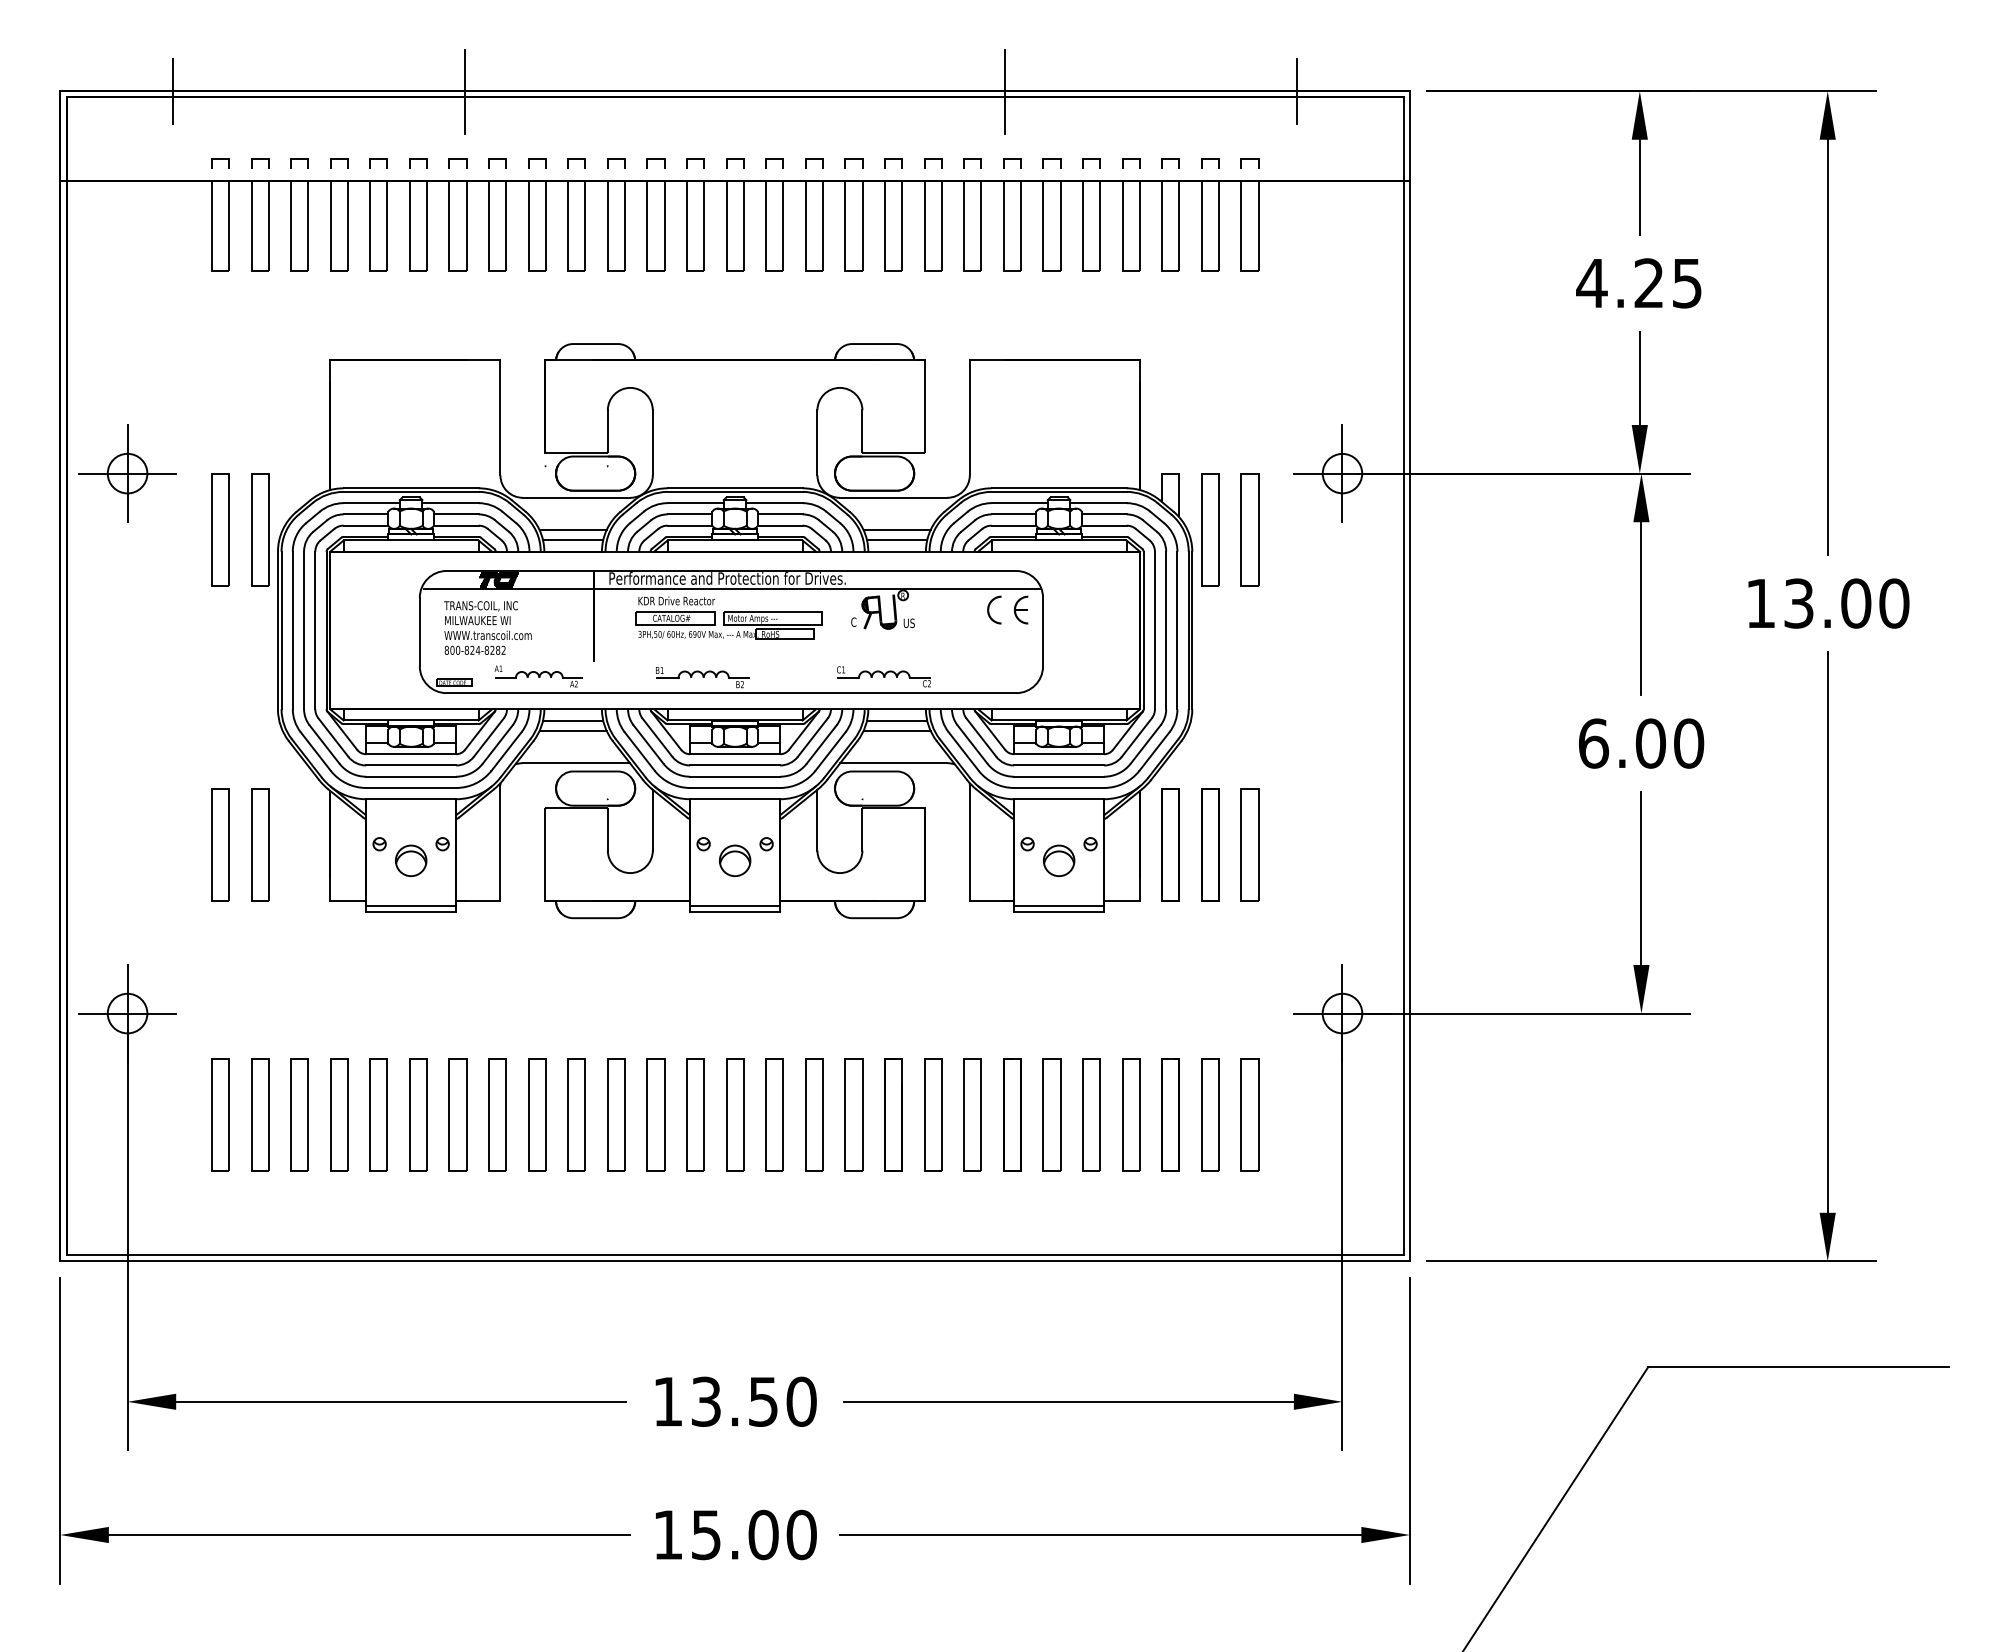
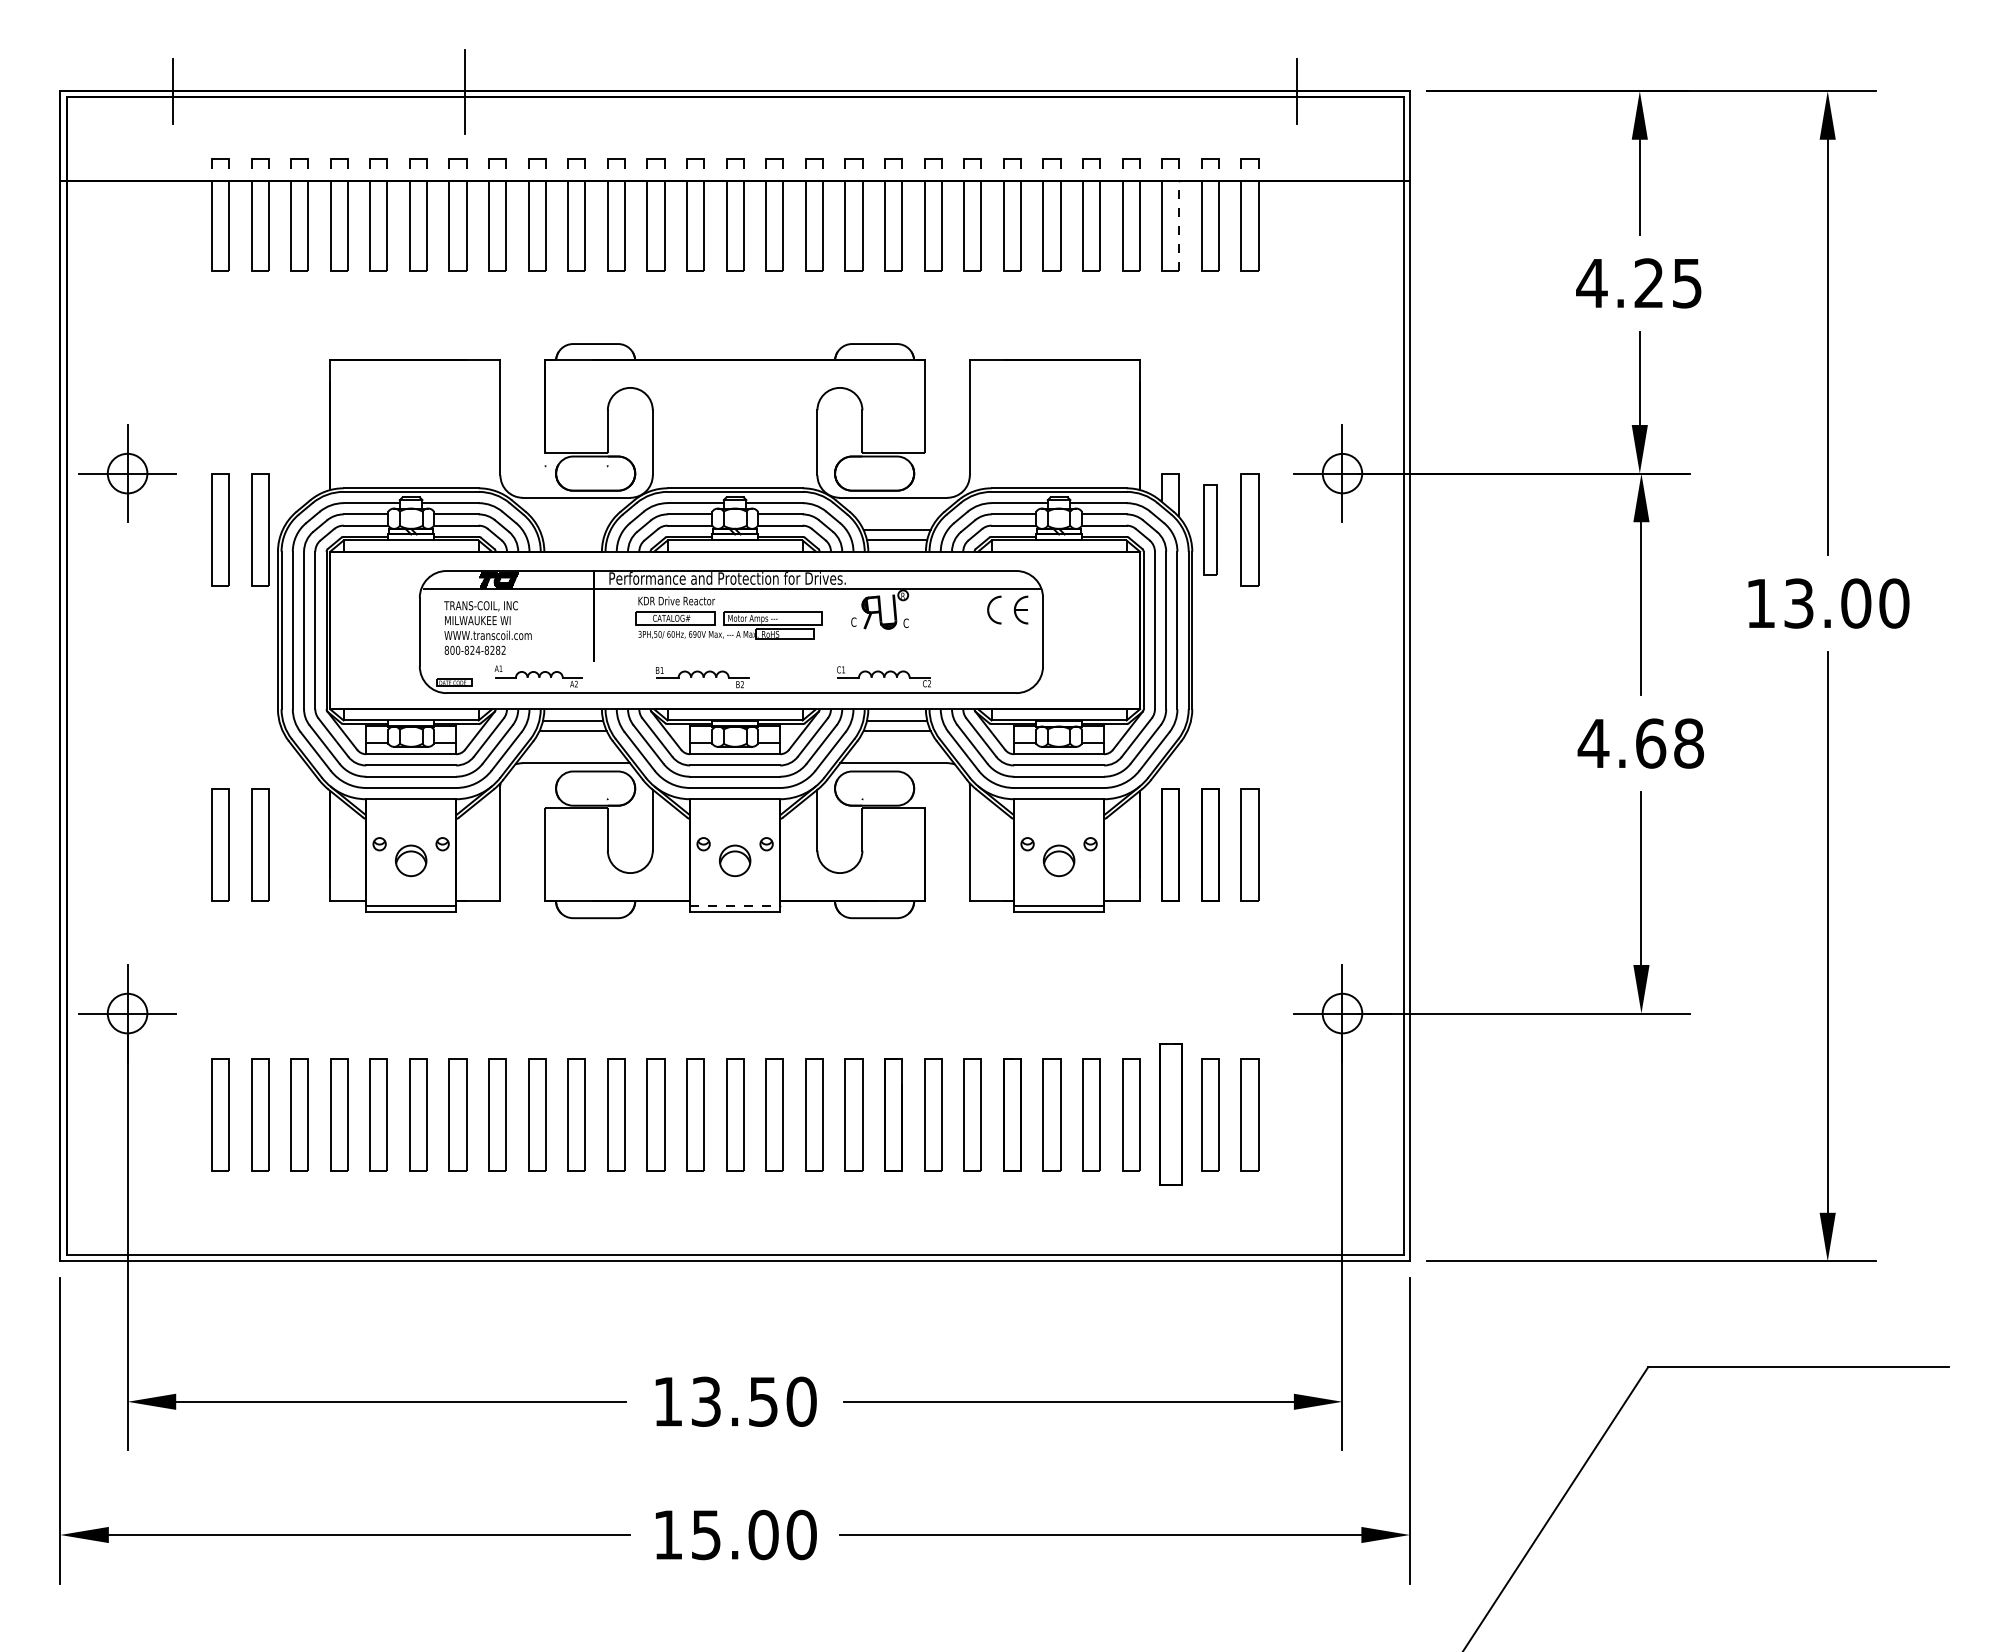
line at (1005, 91): present -> none
line at (1179, 226): solid -> dashed
part at (1210, 529) size: 19x114 px -> 15x92 px
line at (572, 530): present -> none
line at (573, 540): present -> none
text at (908, 622): US -> C
text at (1640, 743): 6.00 -> 4.68
line at (735, 905): solid -> dashed
part at (1170, 1114) size: 19x114 px -> 24x143 px
